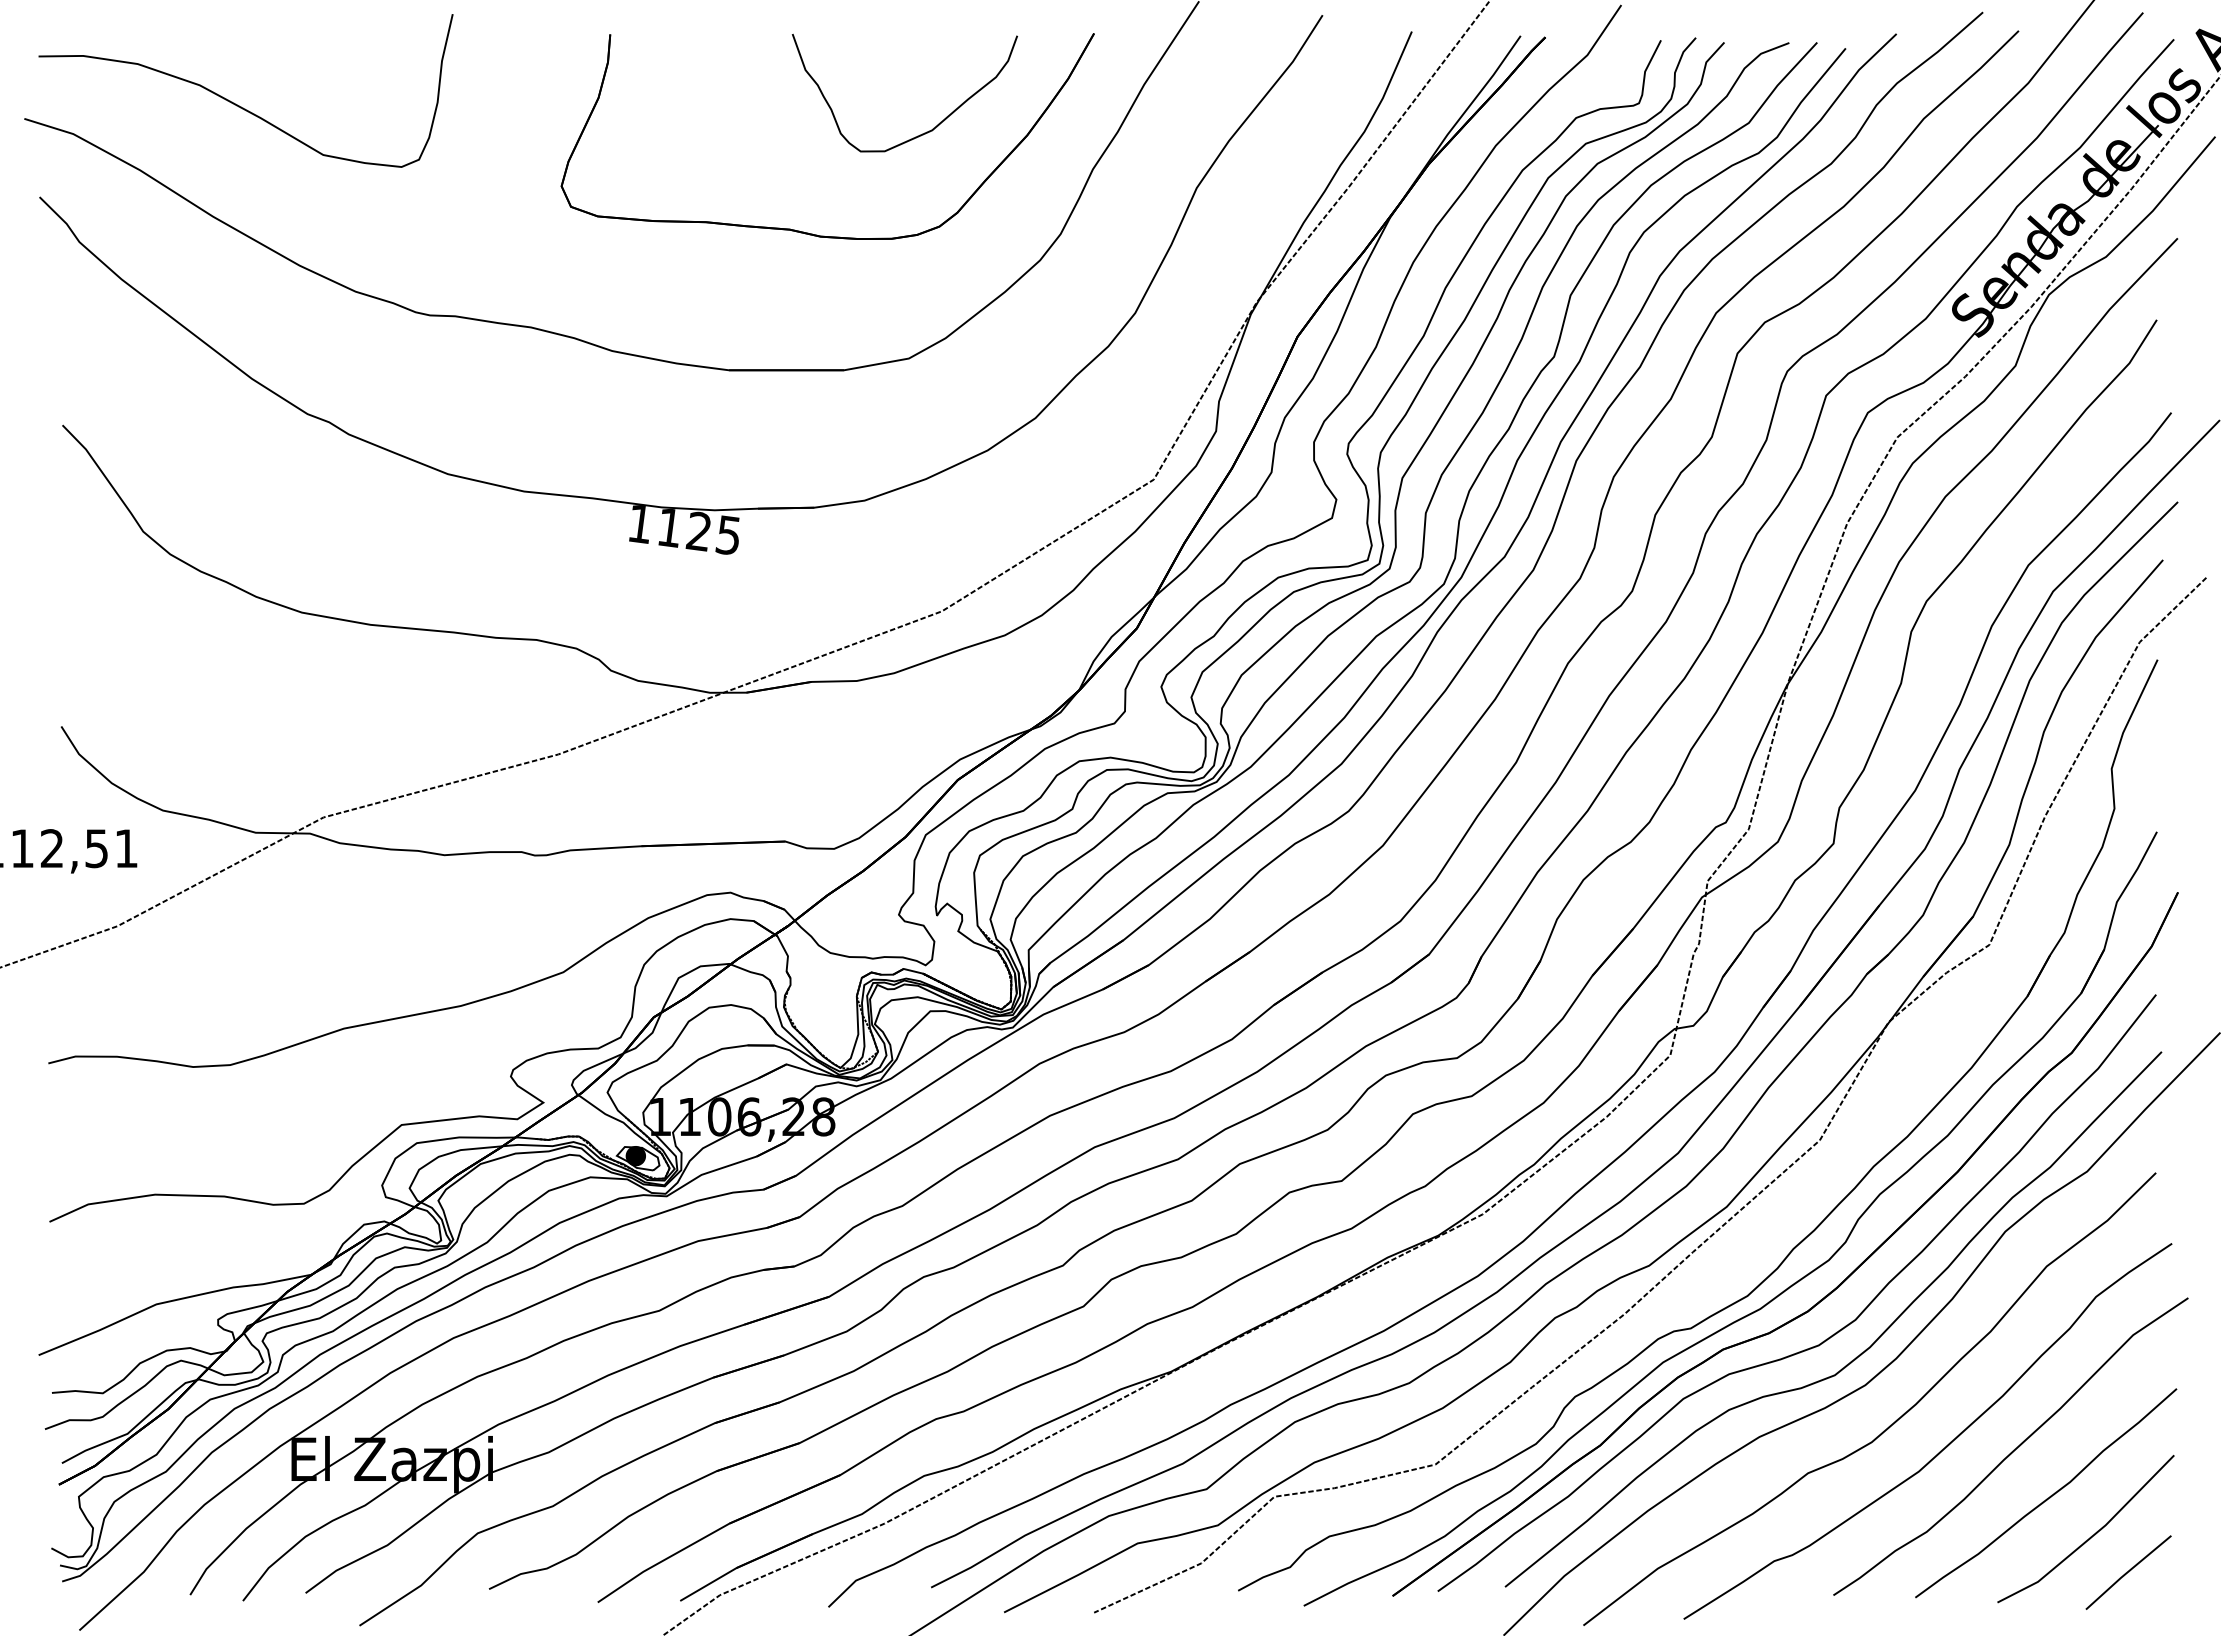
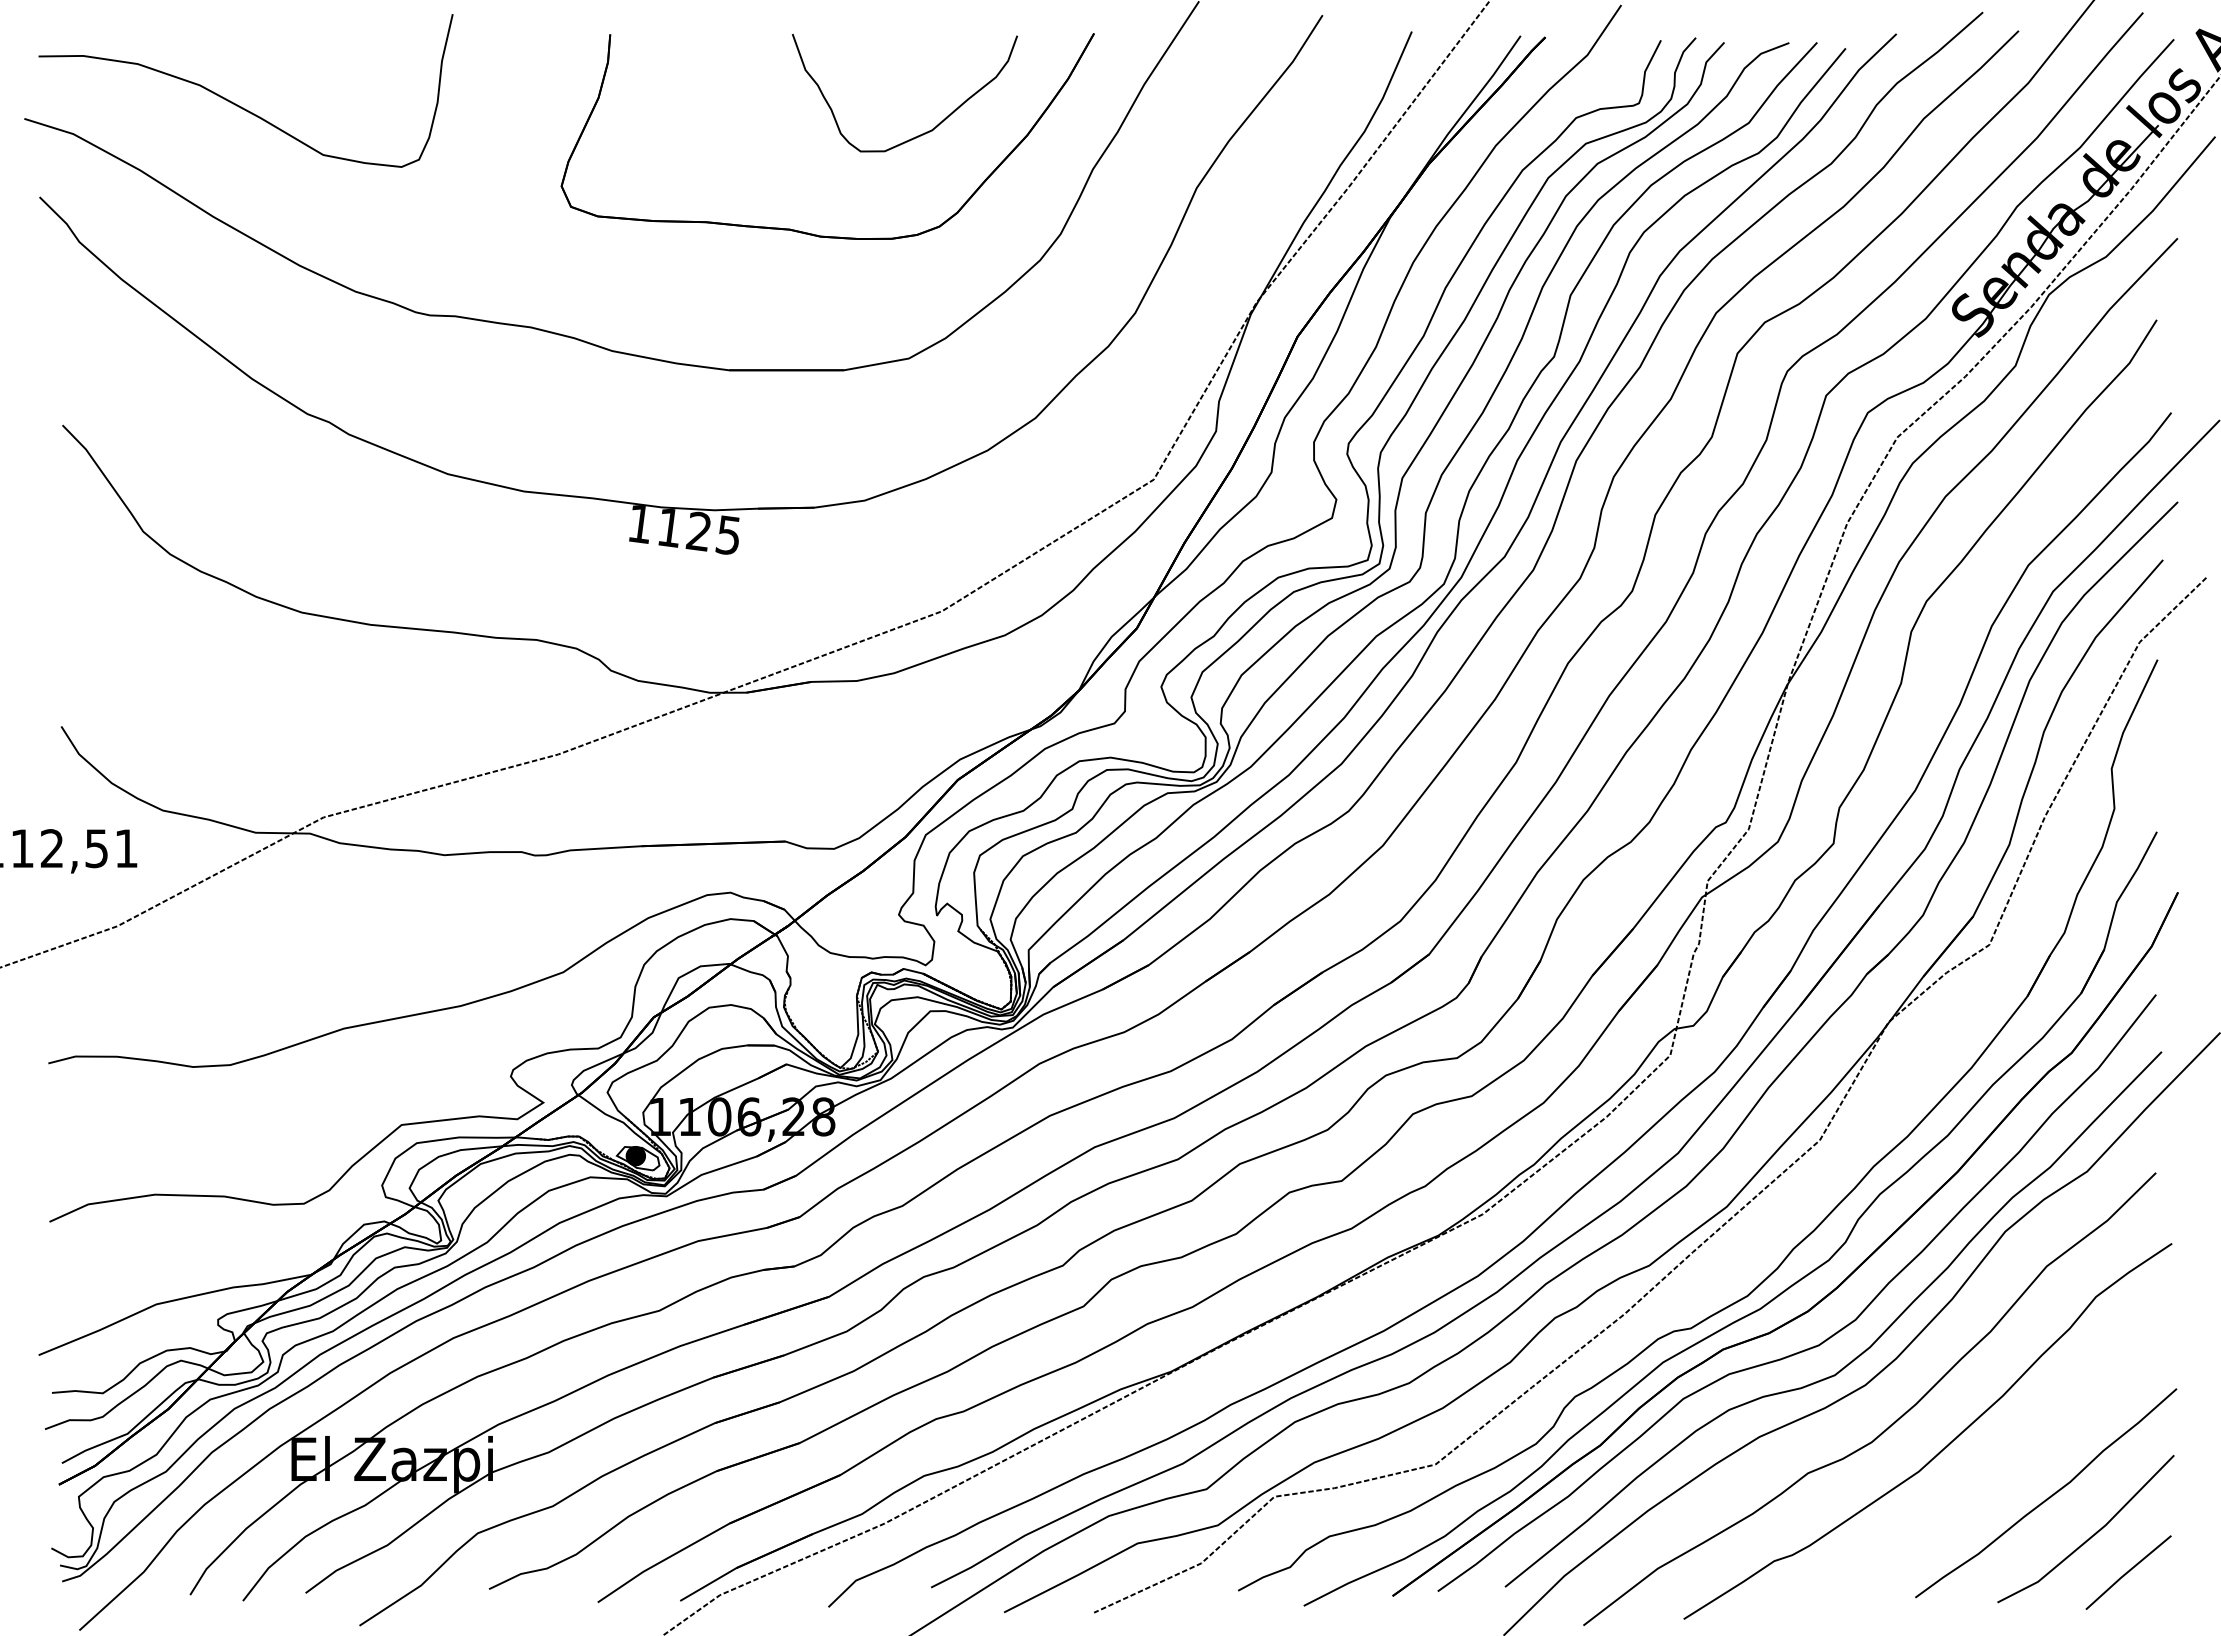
part at (2010, 1446): present -> none
